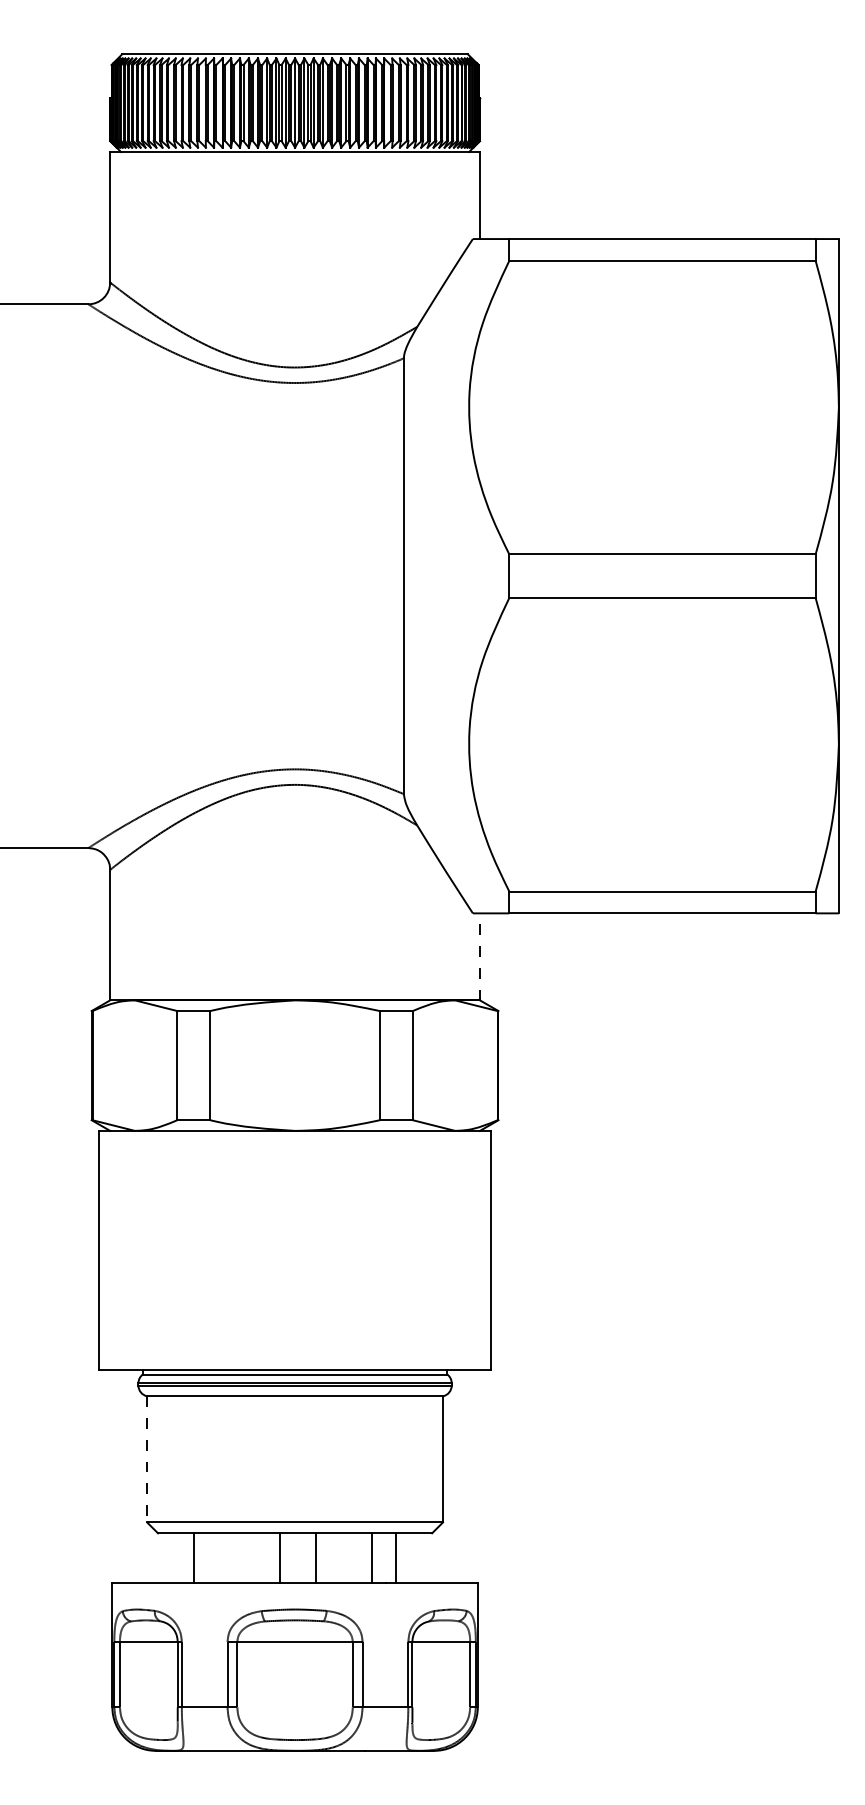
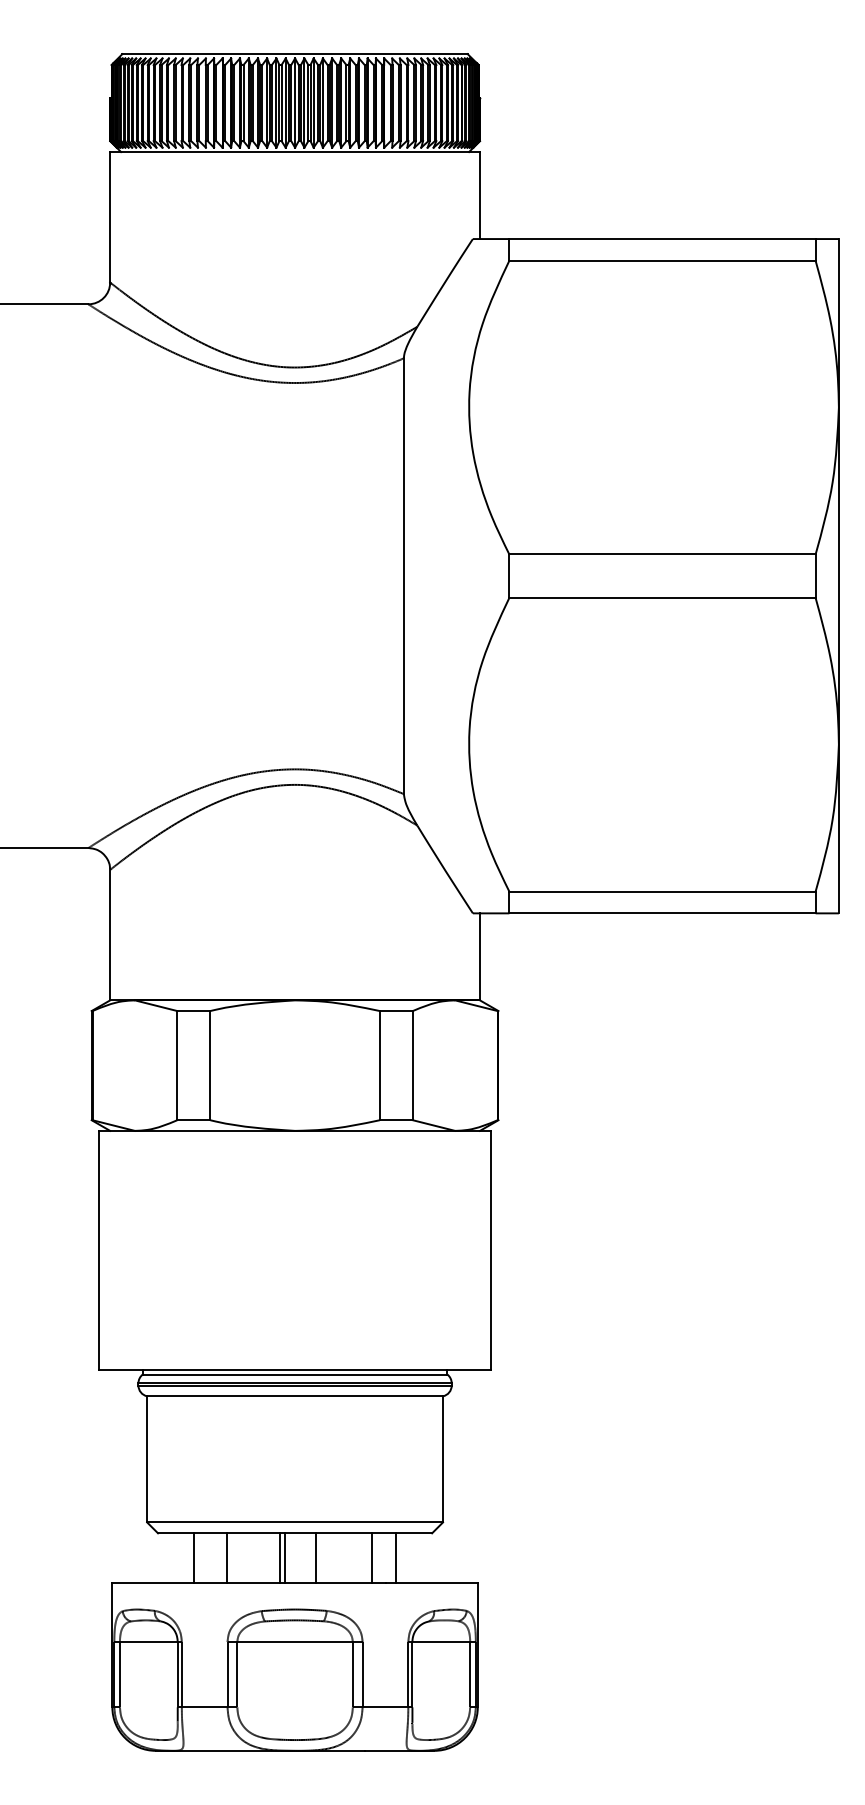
line at (479, 956): dashed -> solid
line at (147, 1459): dashed -> solid
line at (226, 1558): none -> present
line at (285, 1558): none -> present
